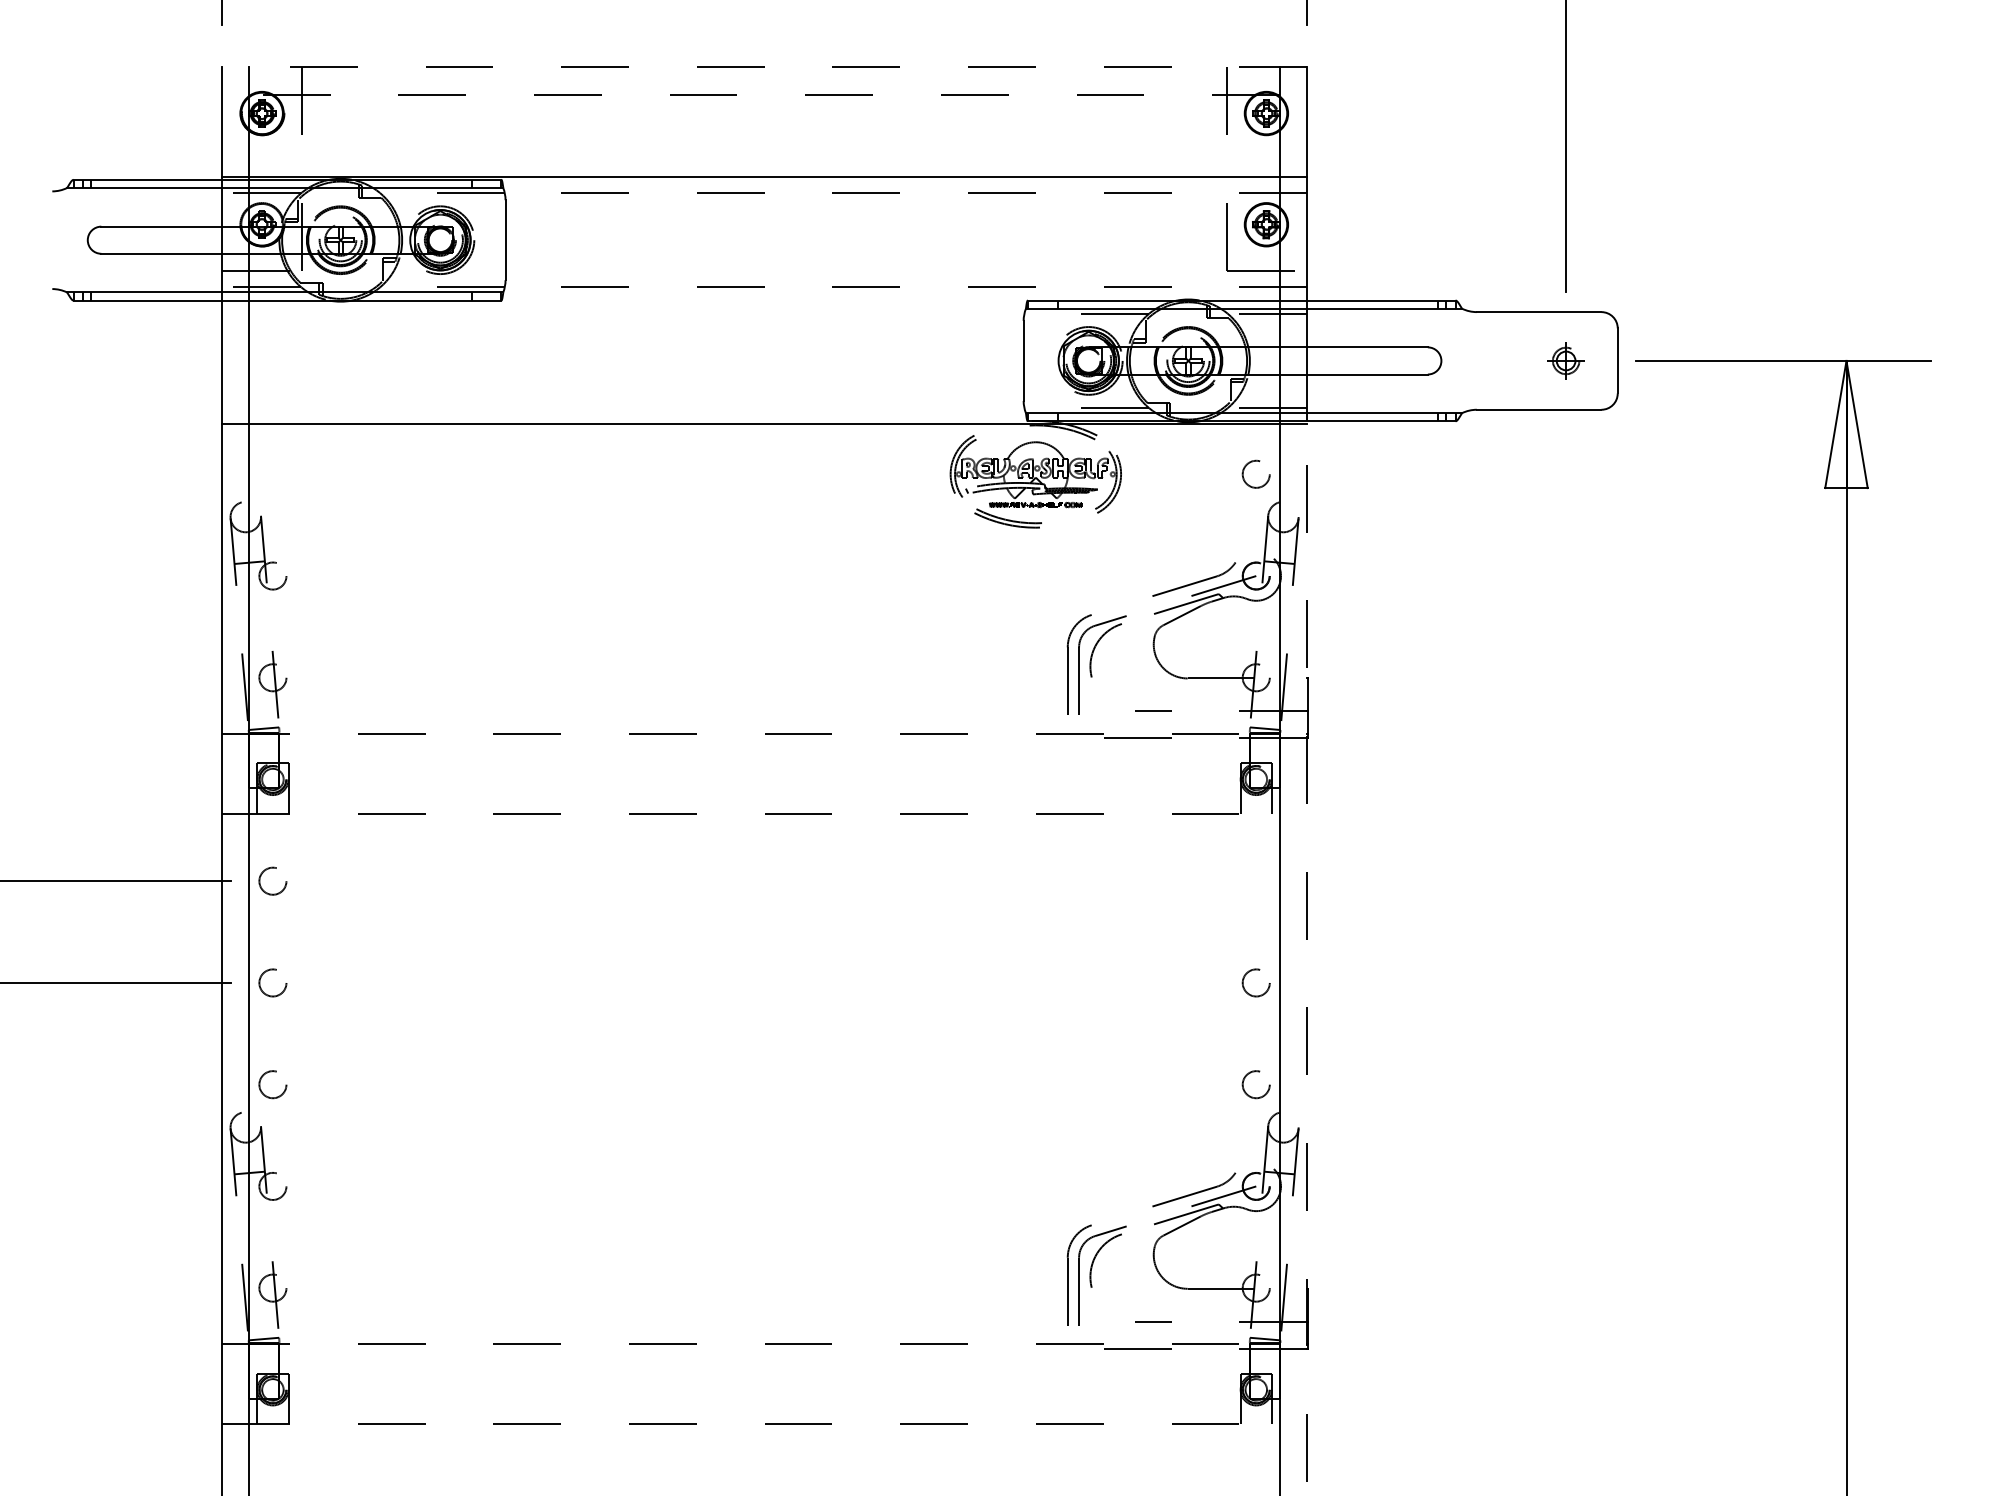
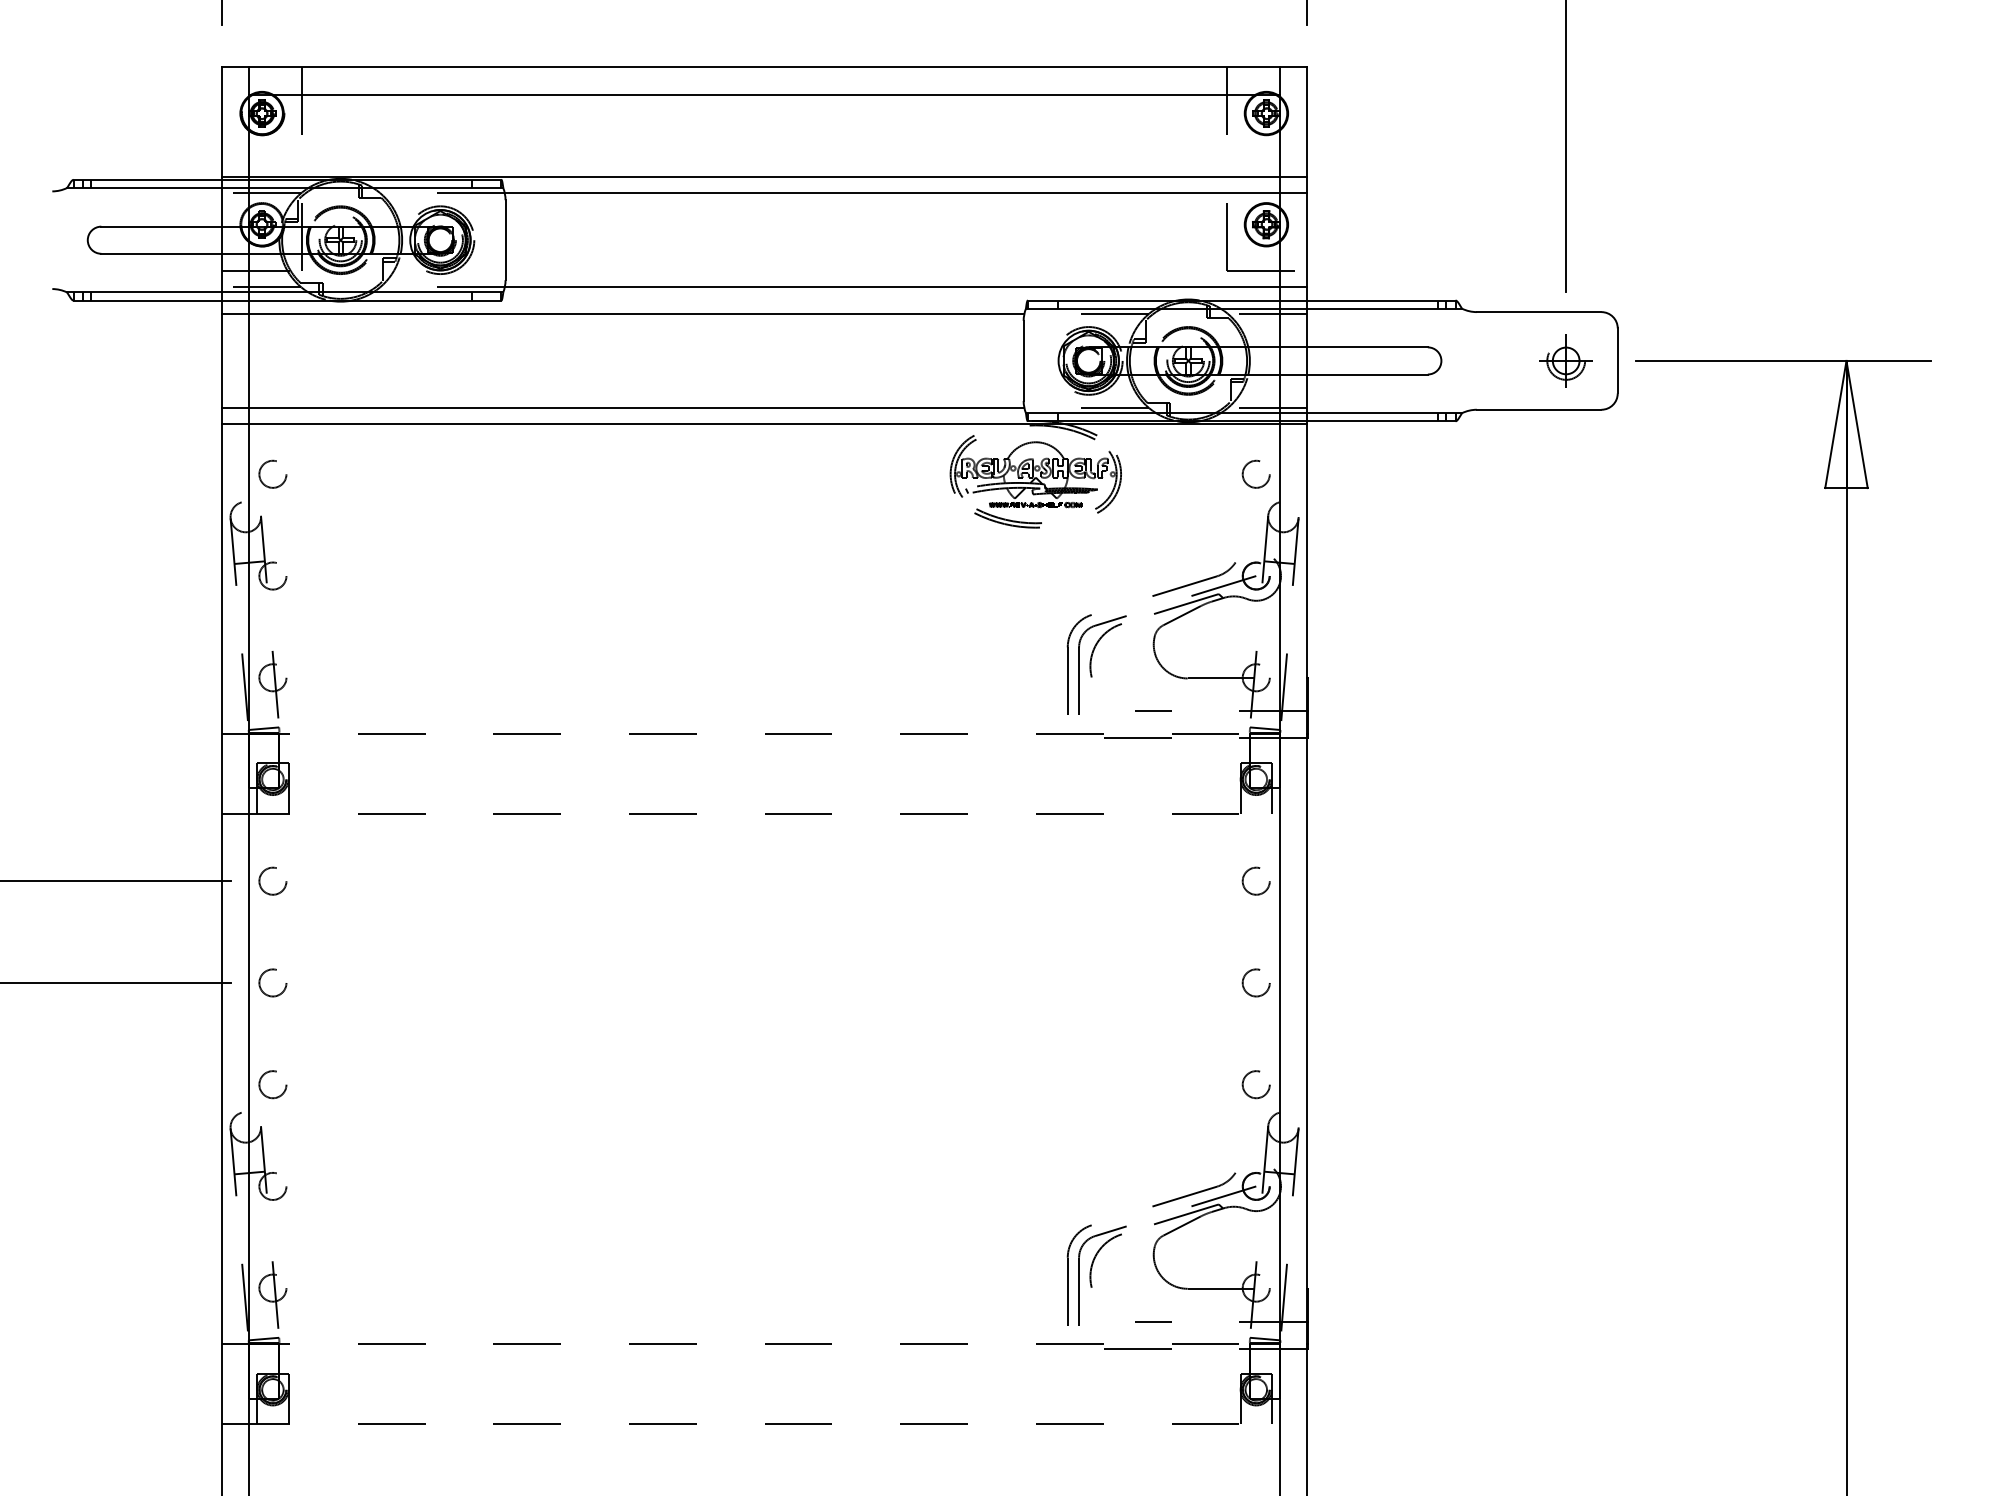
line at (764, 67): dashed -> solid
line at (764, 94): dashed -> solid
line at (905, 193): dashed -> solid
line at (905, 287): dashed -> solid
line at (623, 314): none -> present
part at (1565, 360) size: 38x38 px -> 54x54 px
line at (623, 407): none -> present
circle at (272, 473): none -> present
circle at (1255, 880): none -> present
line at (1307, 958): dashed -> solid
